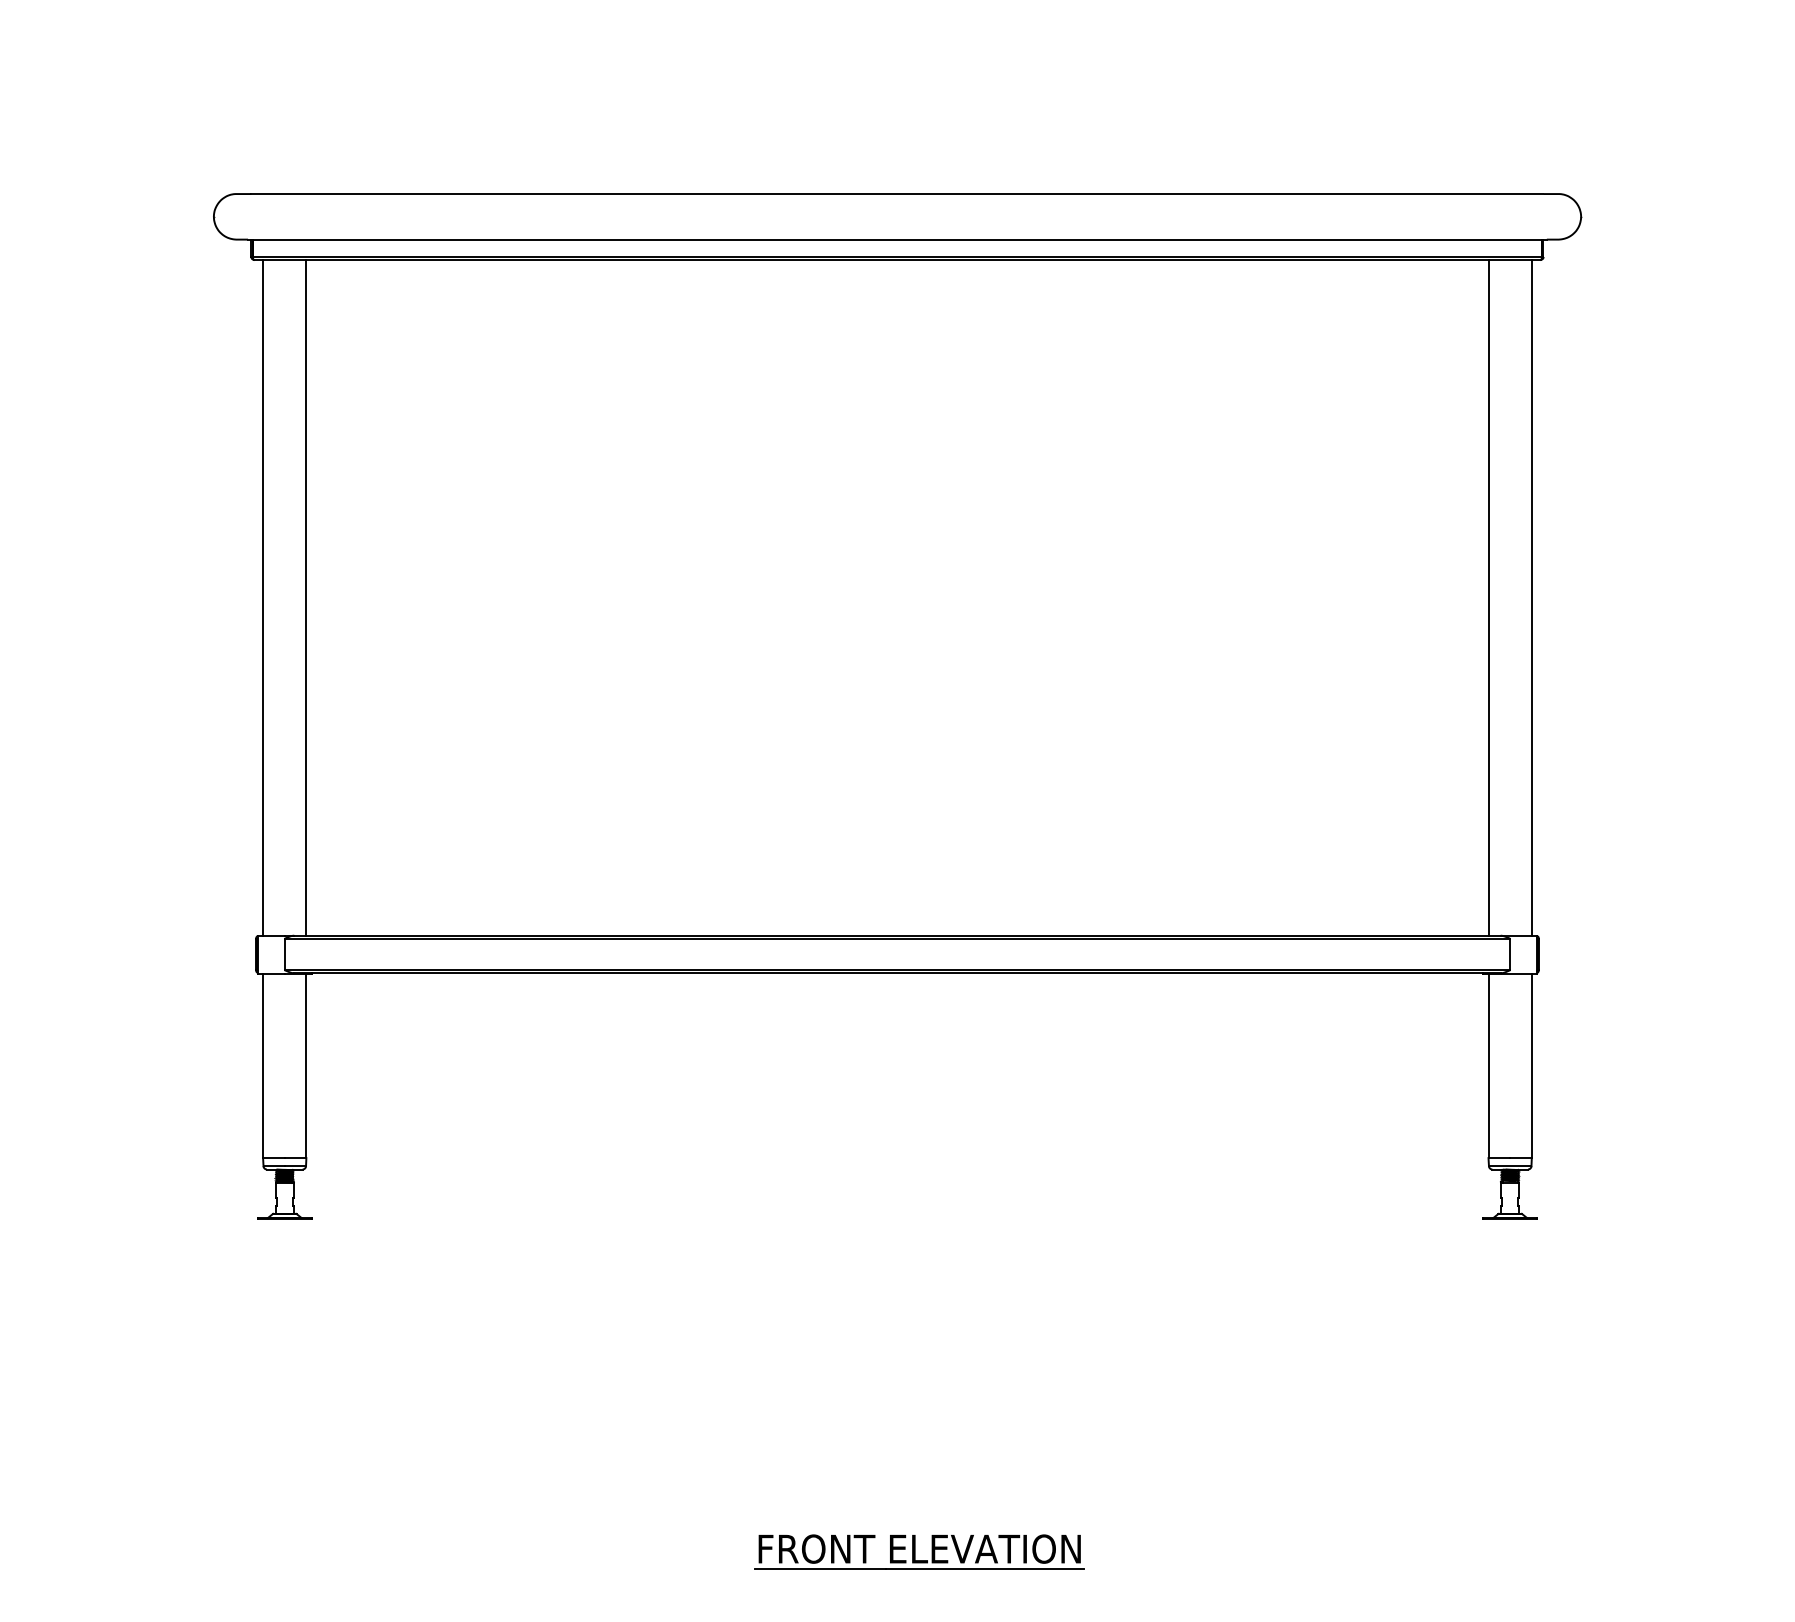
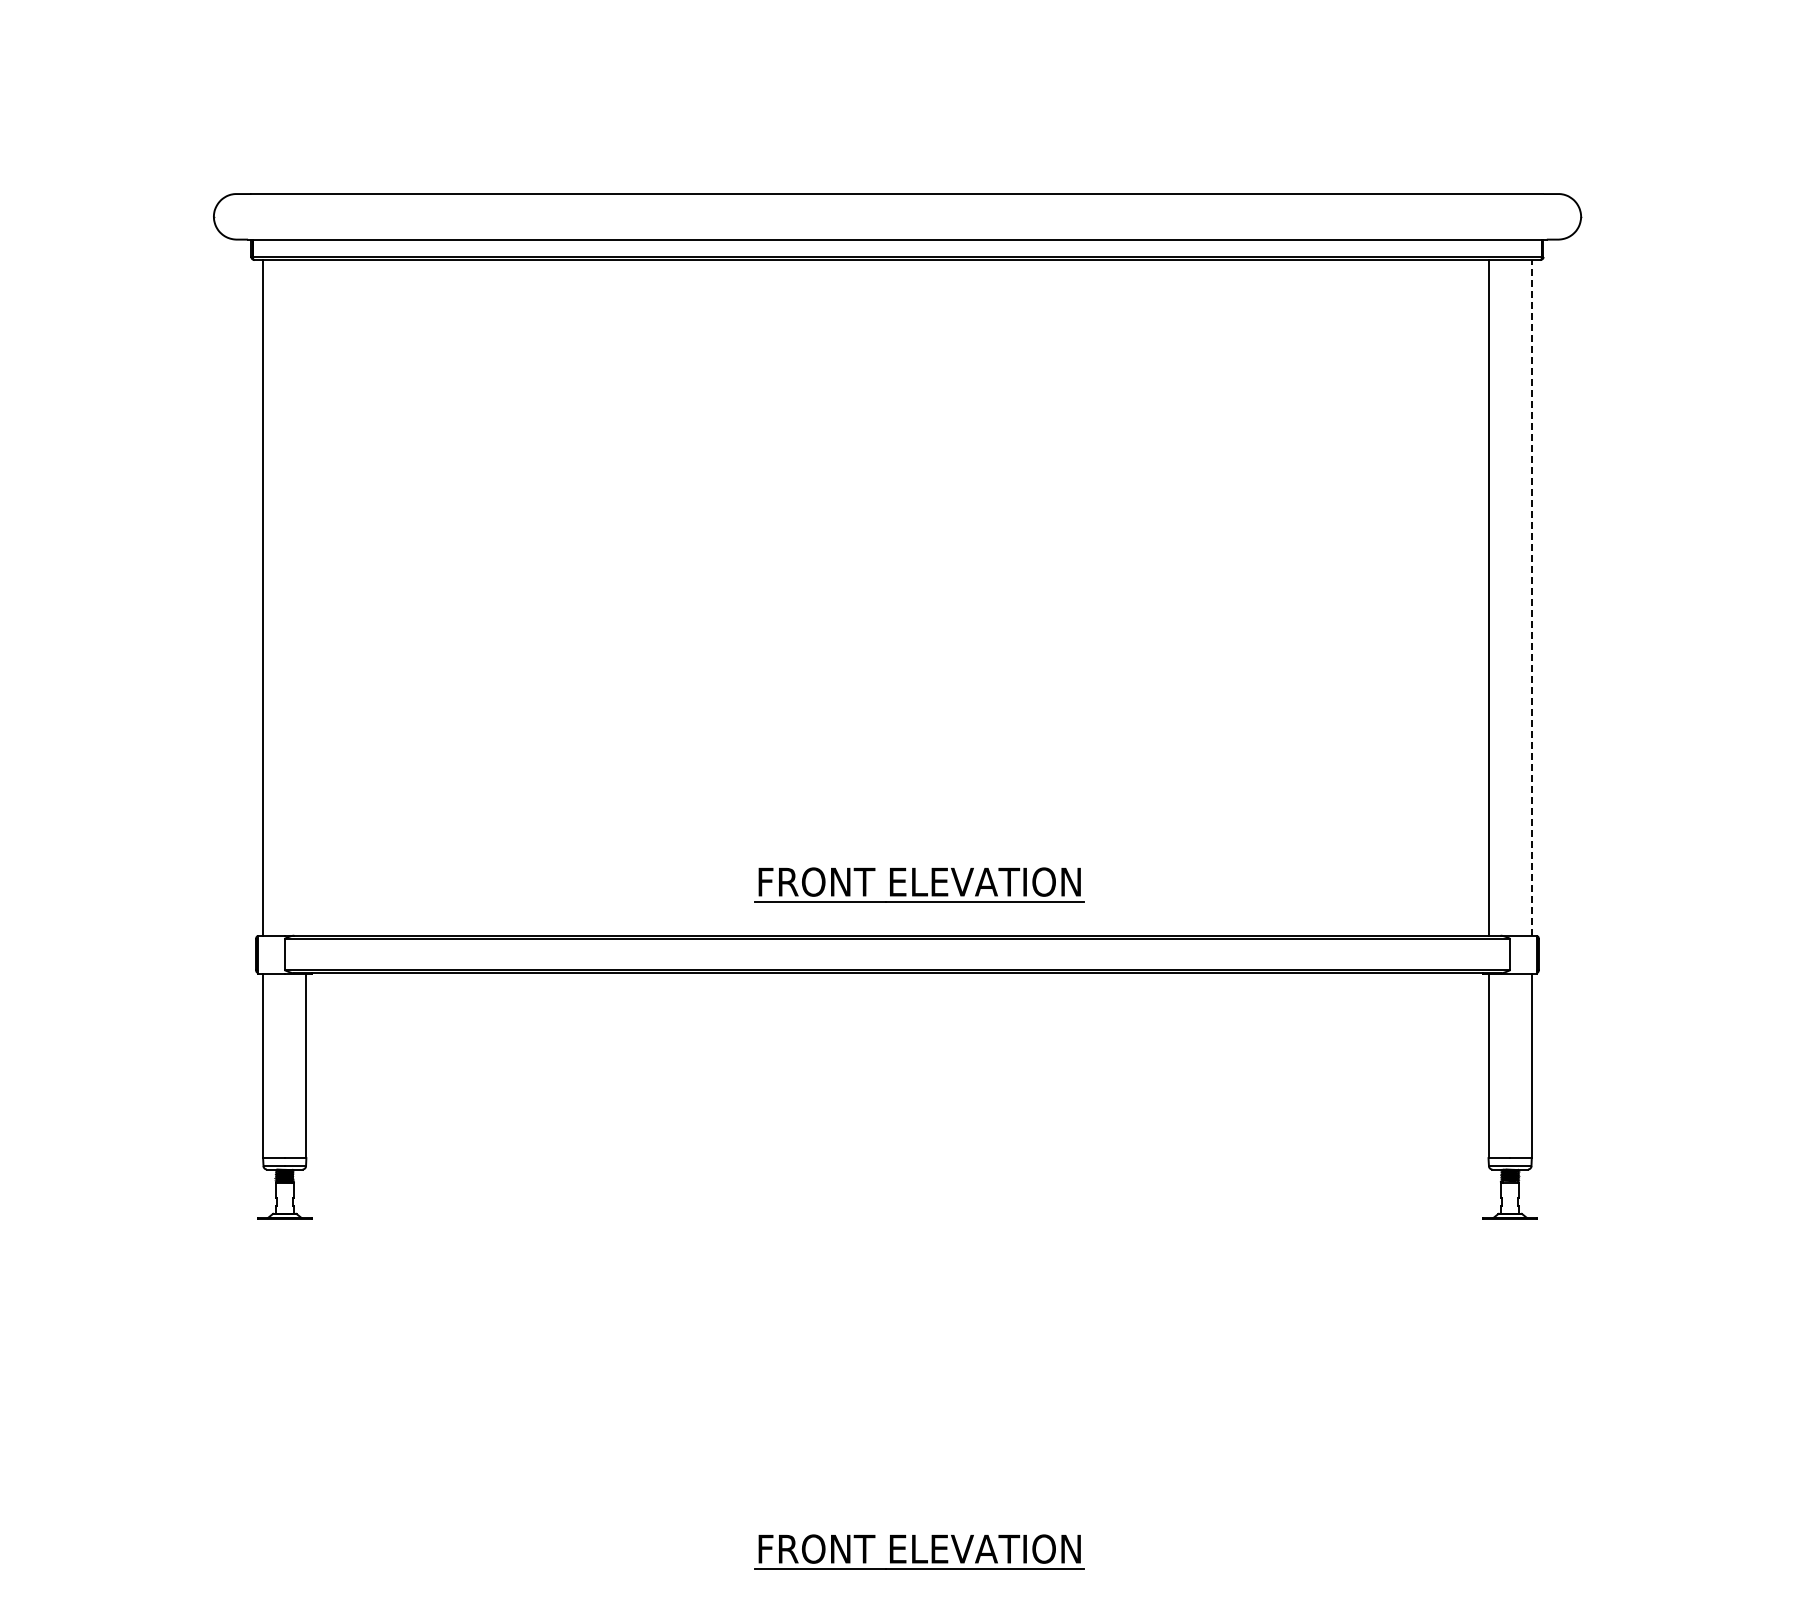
line at (306, 597): present -> none
line at (1531, 597): solid -> dashed
part at (919, 884): none -> present
